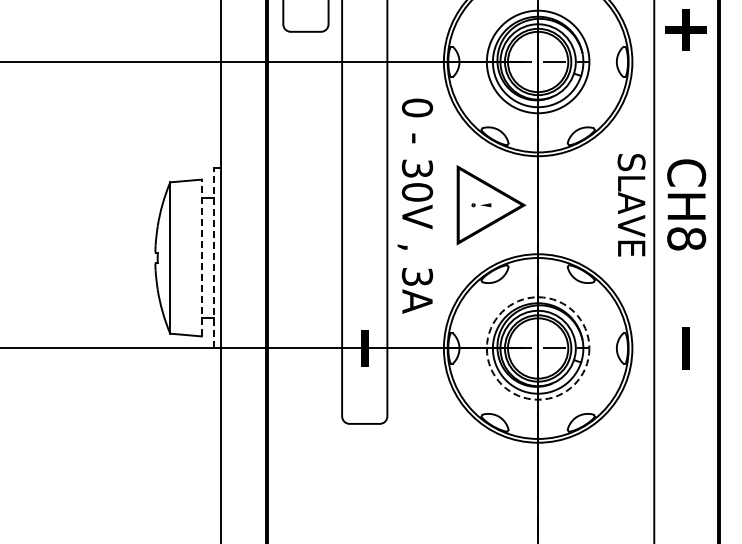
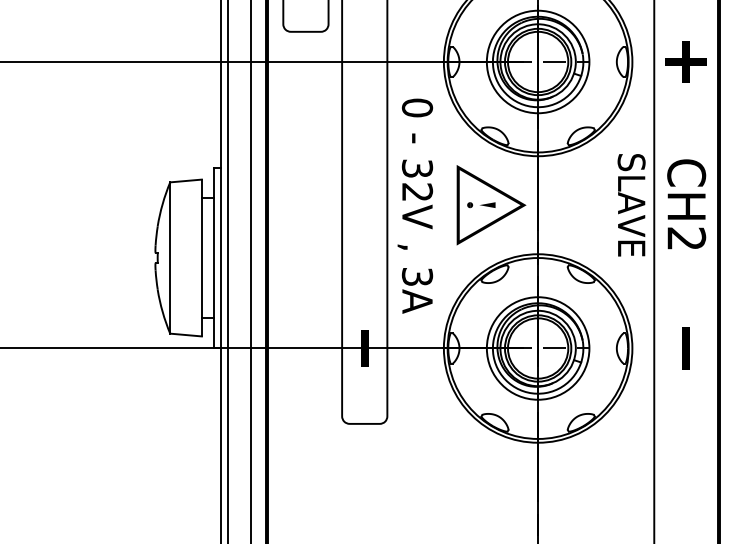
part at (685, 29) position: (685, 29) -> (685, 61)
text at (417, 192): 30V -> 32V
part at (481, 205) size: 21x5 px -> 29x7 px
text at (686, 238): CH8 -> CH2
line at (201, 257): dashed -> solid
line at (213, 257): dashed -> solid
line at (227, 271): none -> present
line at (251, 271): none -> present
circle at (537, 348): dashed -> solid
